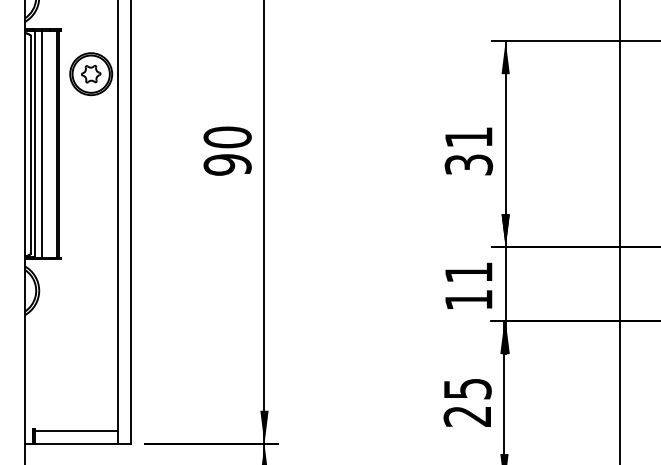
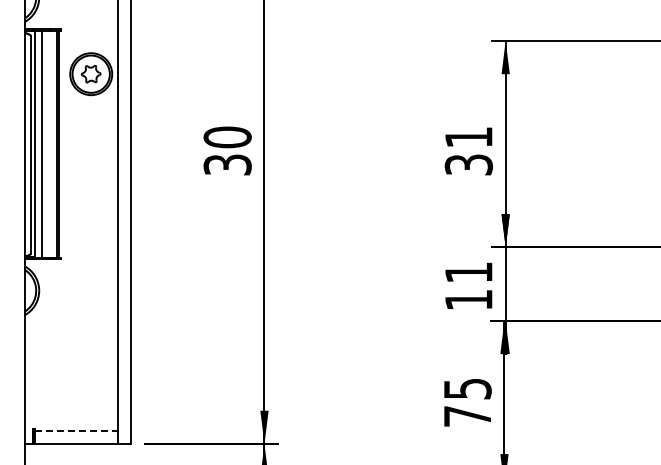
text at (227, 164): 90 -> 30
line at (620, 231): present -> none
text at (466, 416): 25 -> 75
line at (76, 430): solid -> dashed
